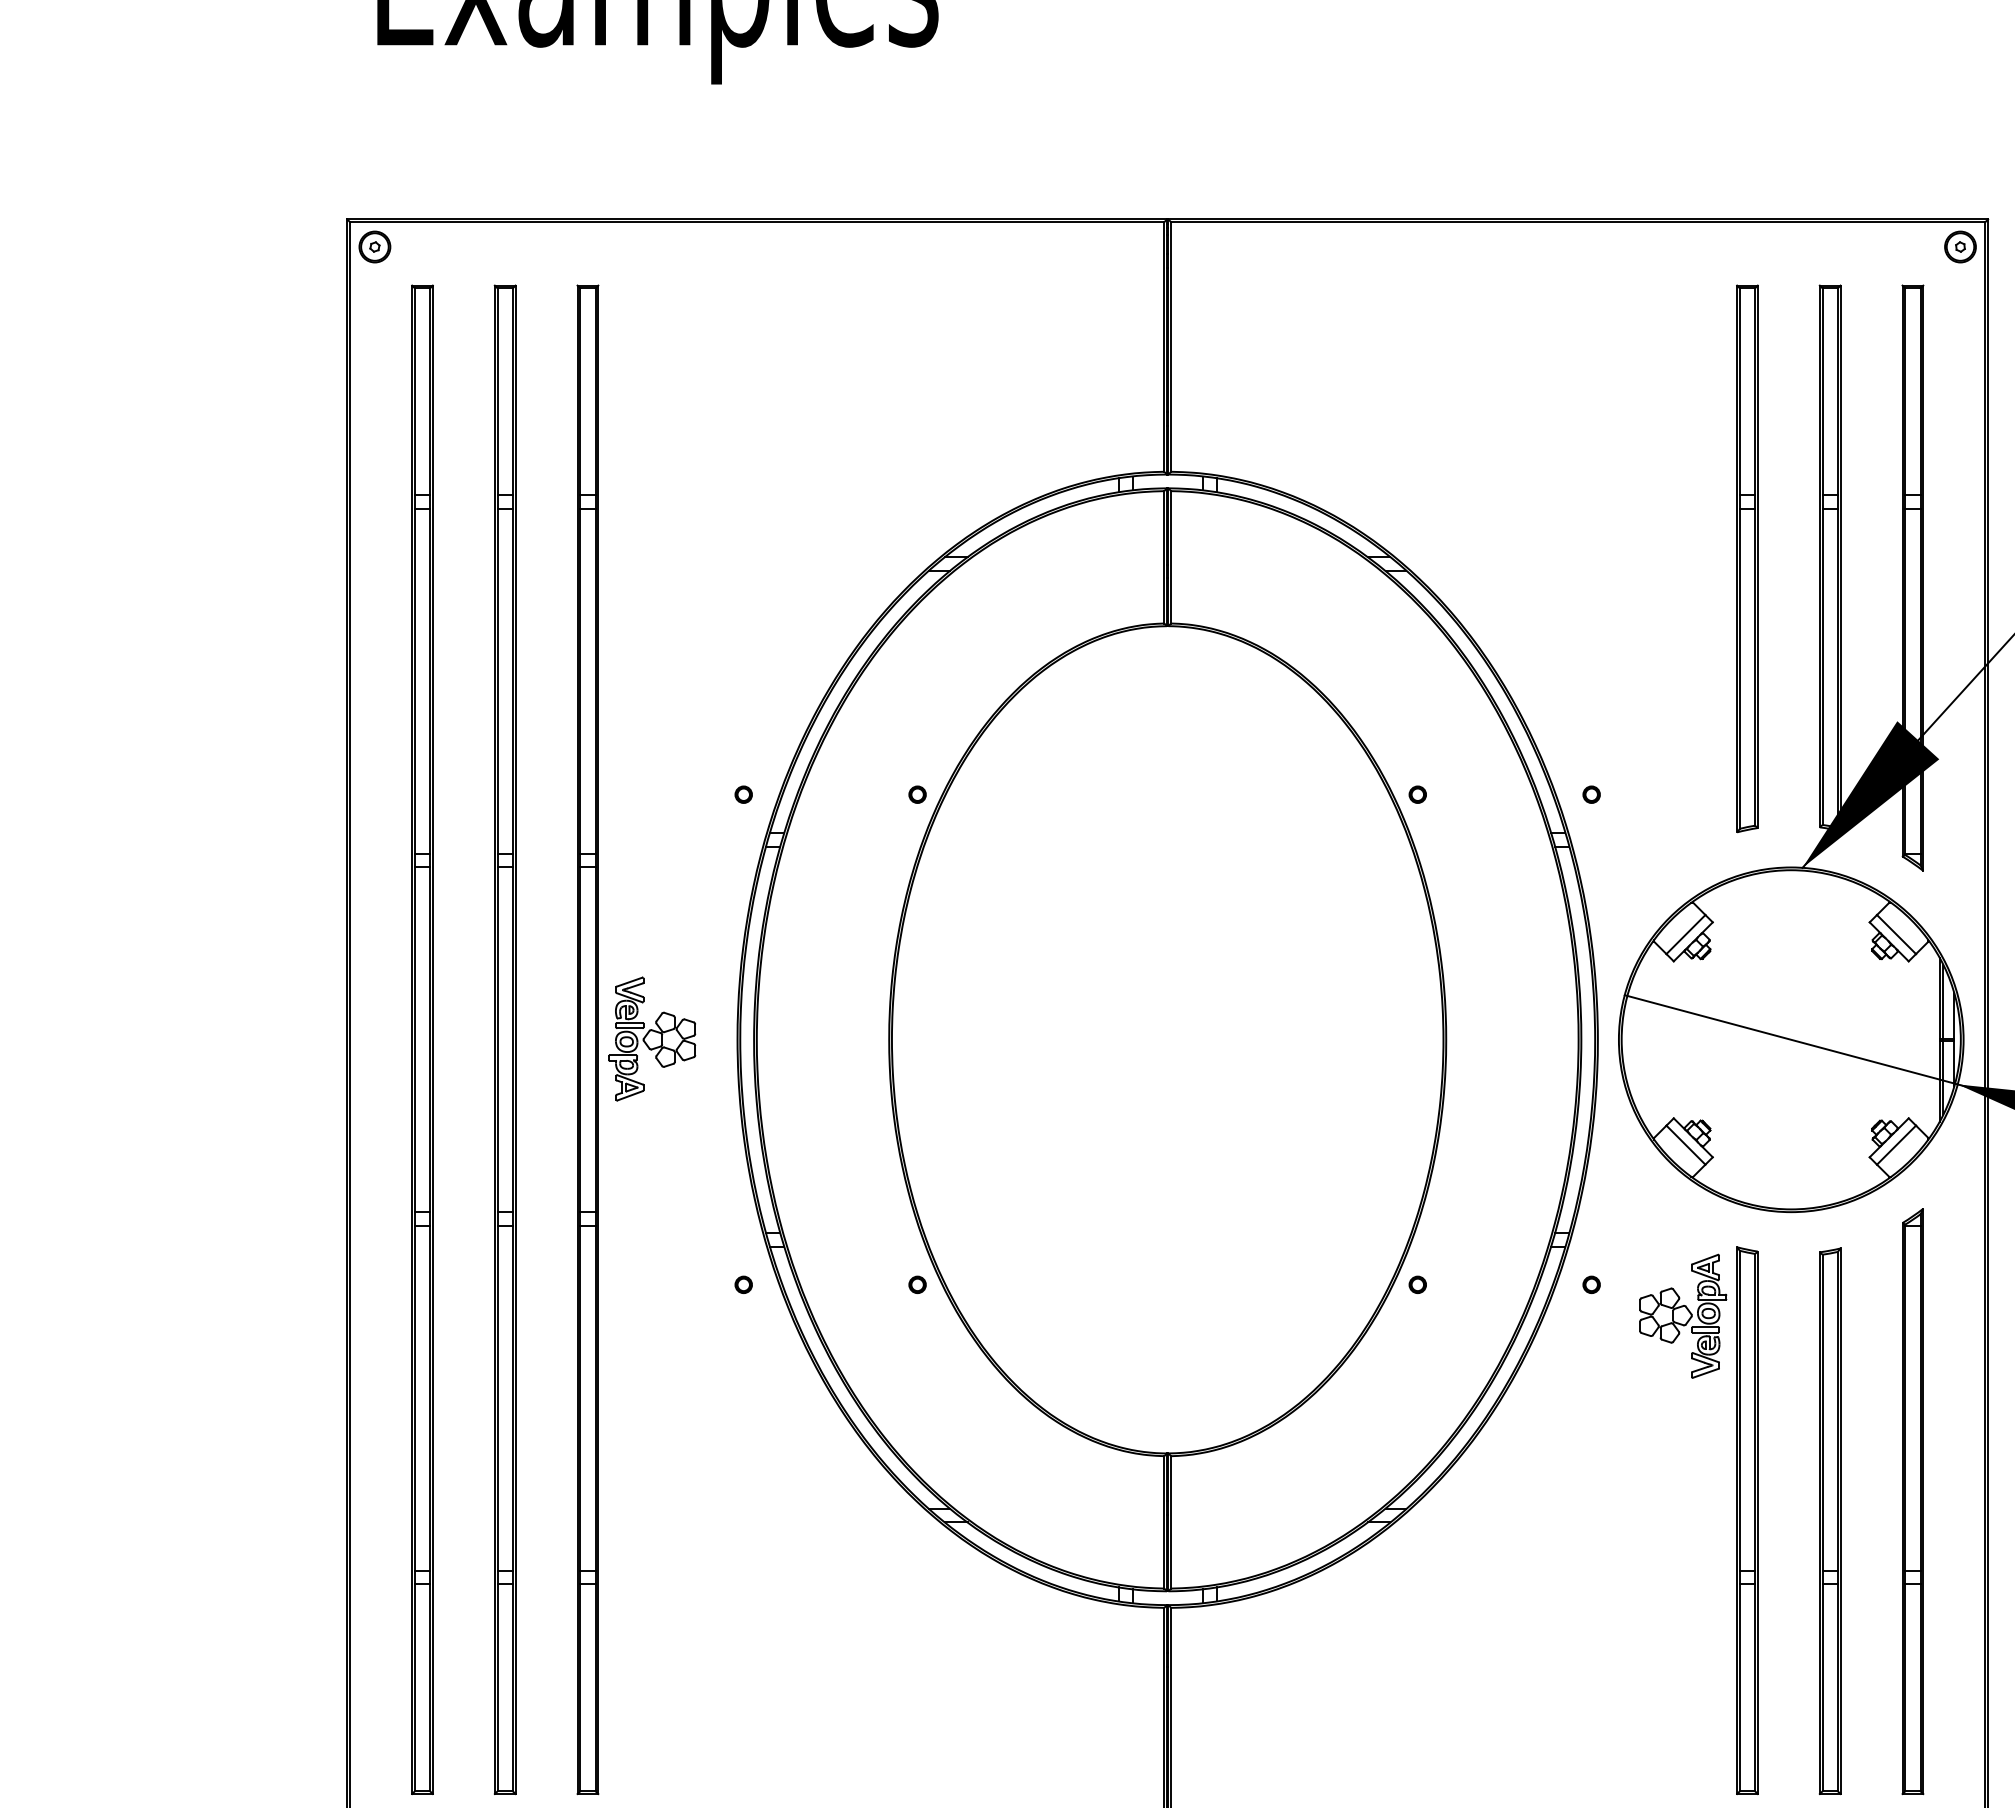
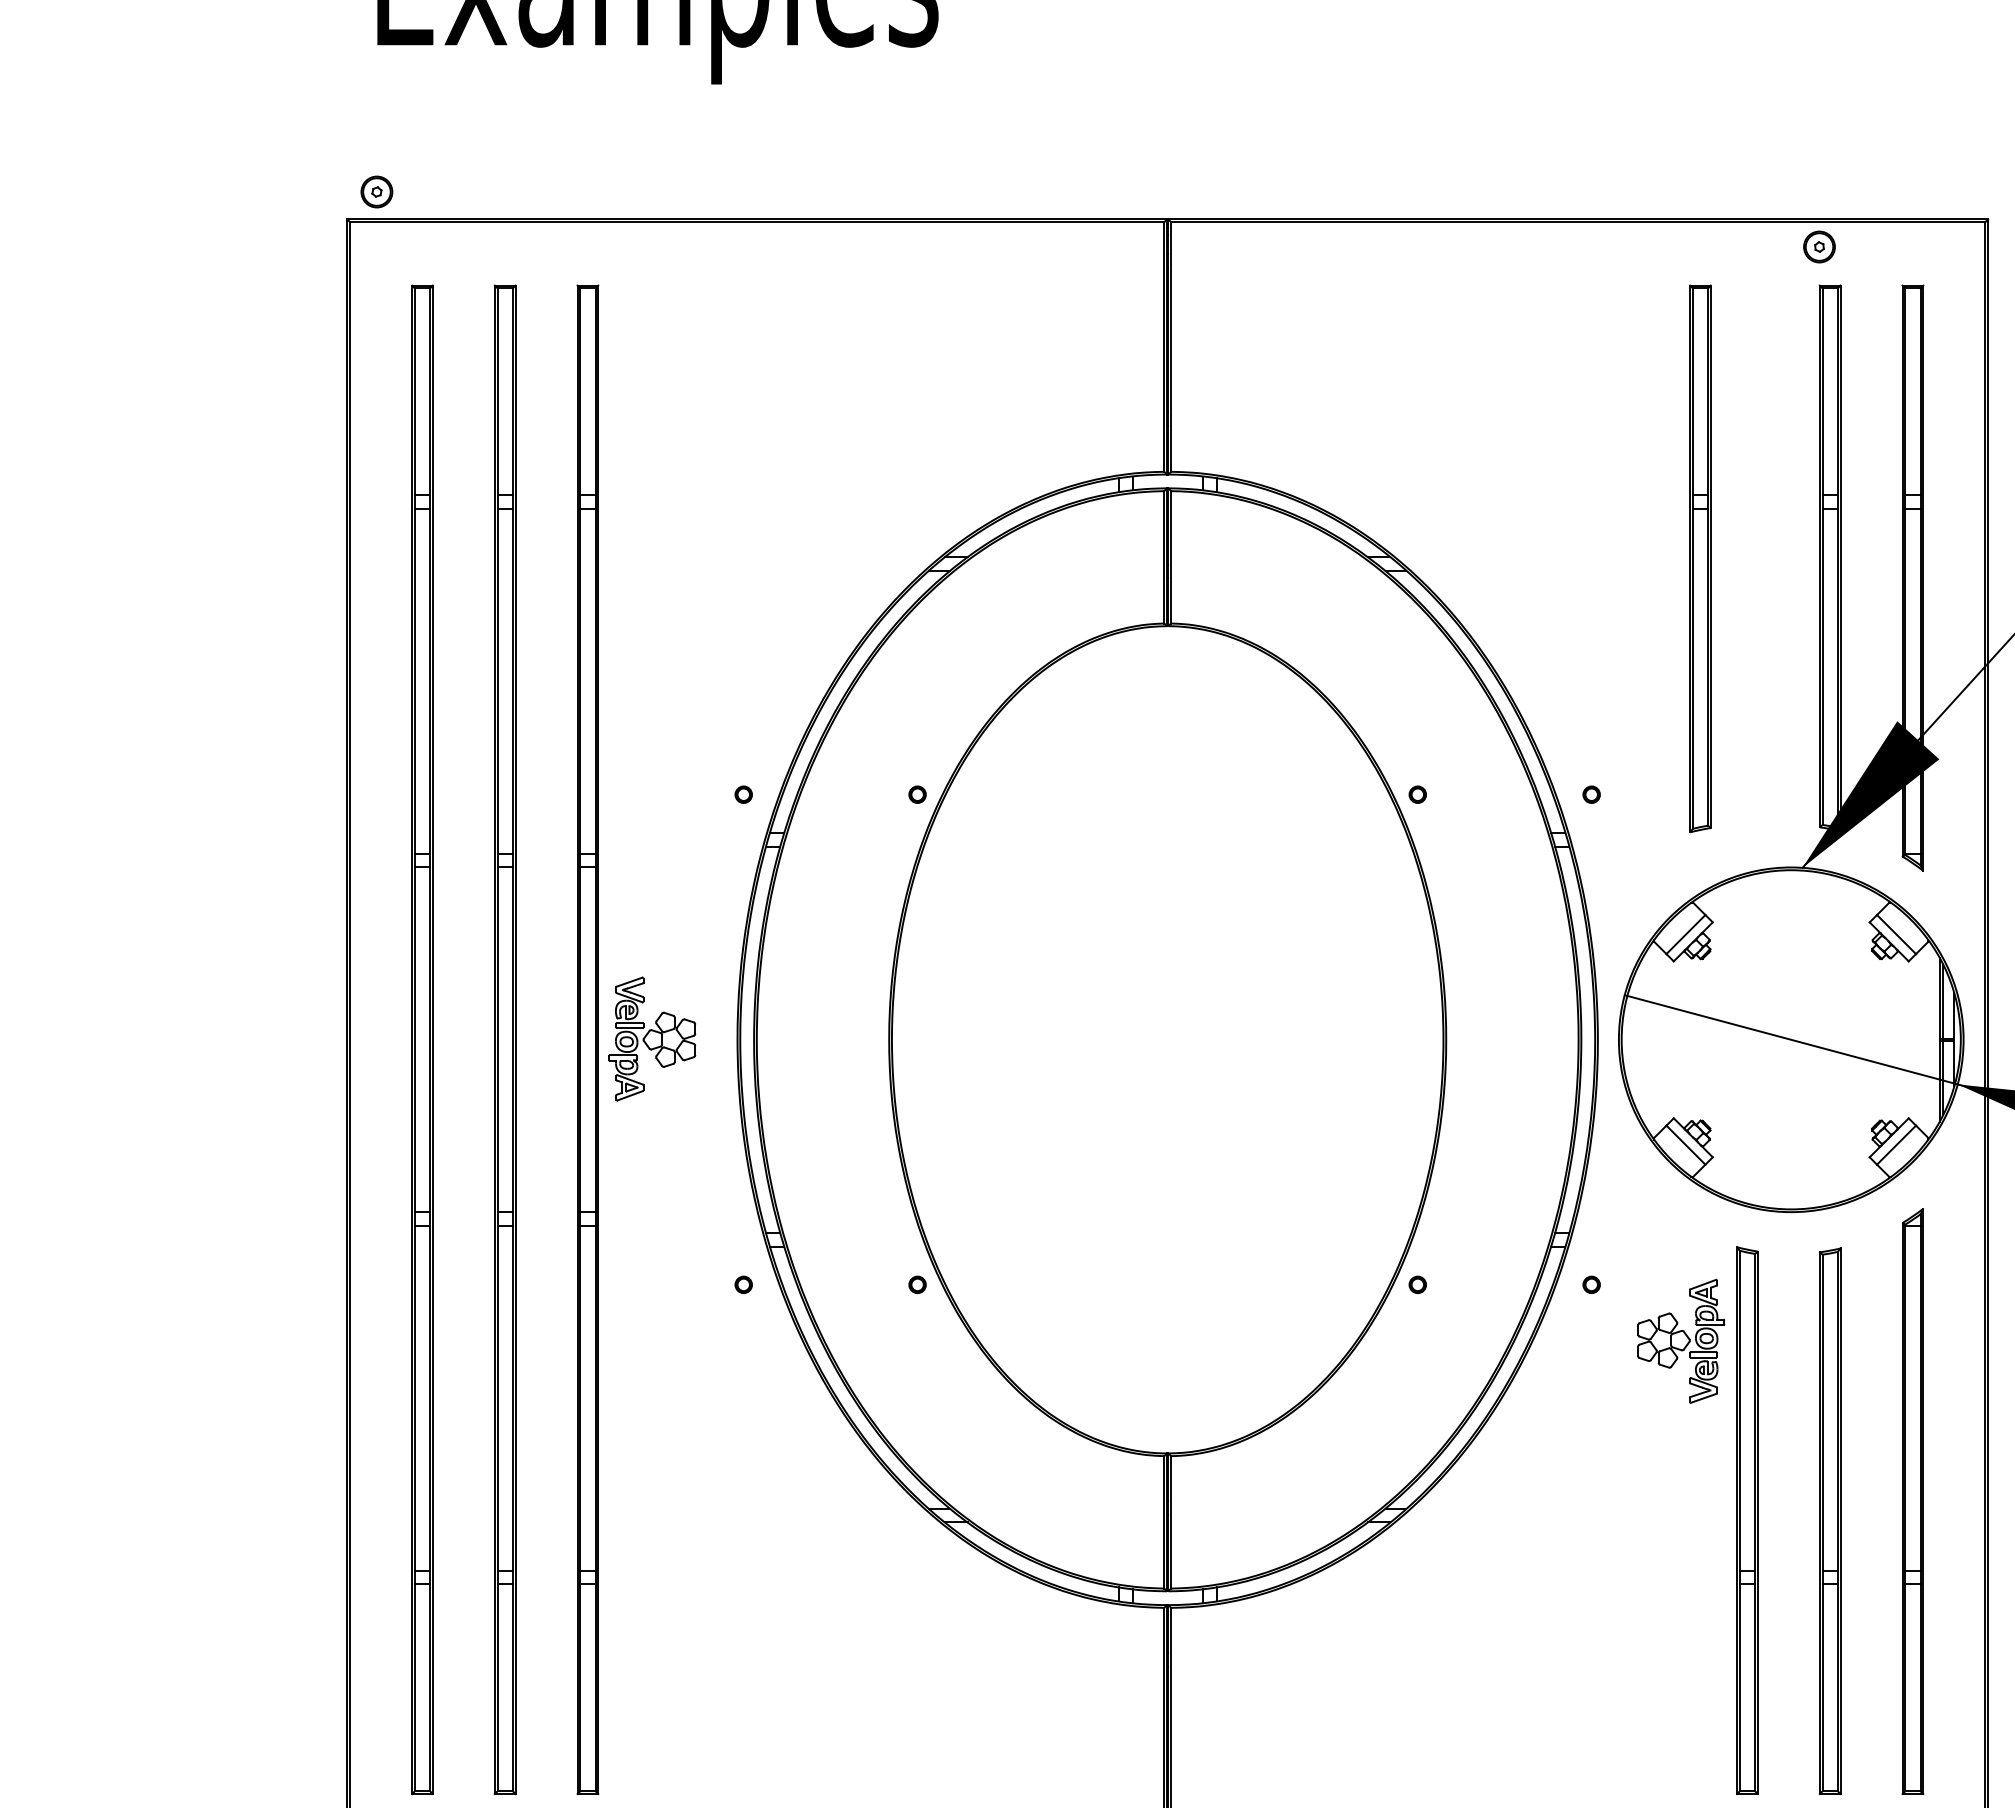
part at (374, 246) position: (374, 246) -> (376, 191)
part at (1960, 246) position: (1960, 246) -> (1819, 246)
part at (1747, 558) position: (1747, 558) -> (1700, 558)
part at (1683, 1315) position: (1683, 1315) -> (1681, 1340)
